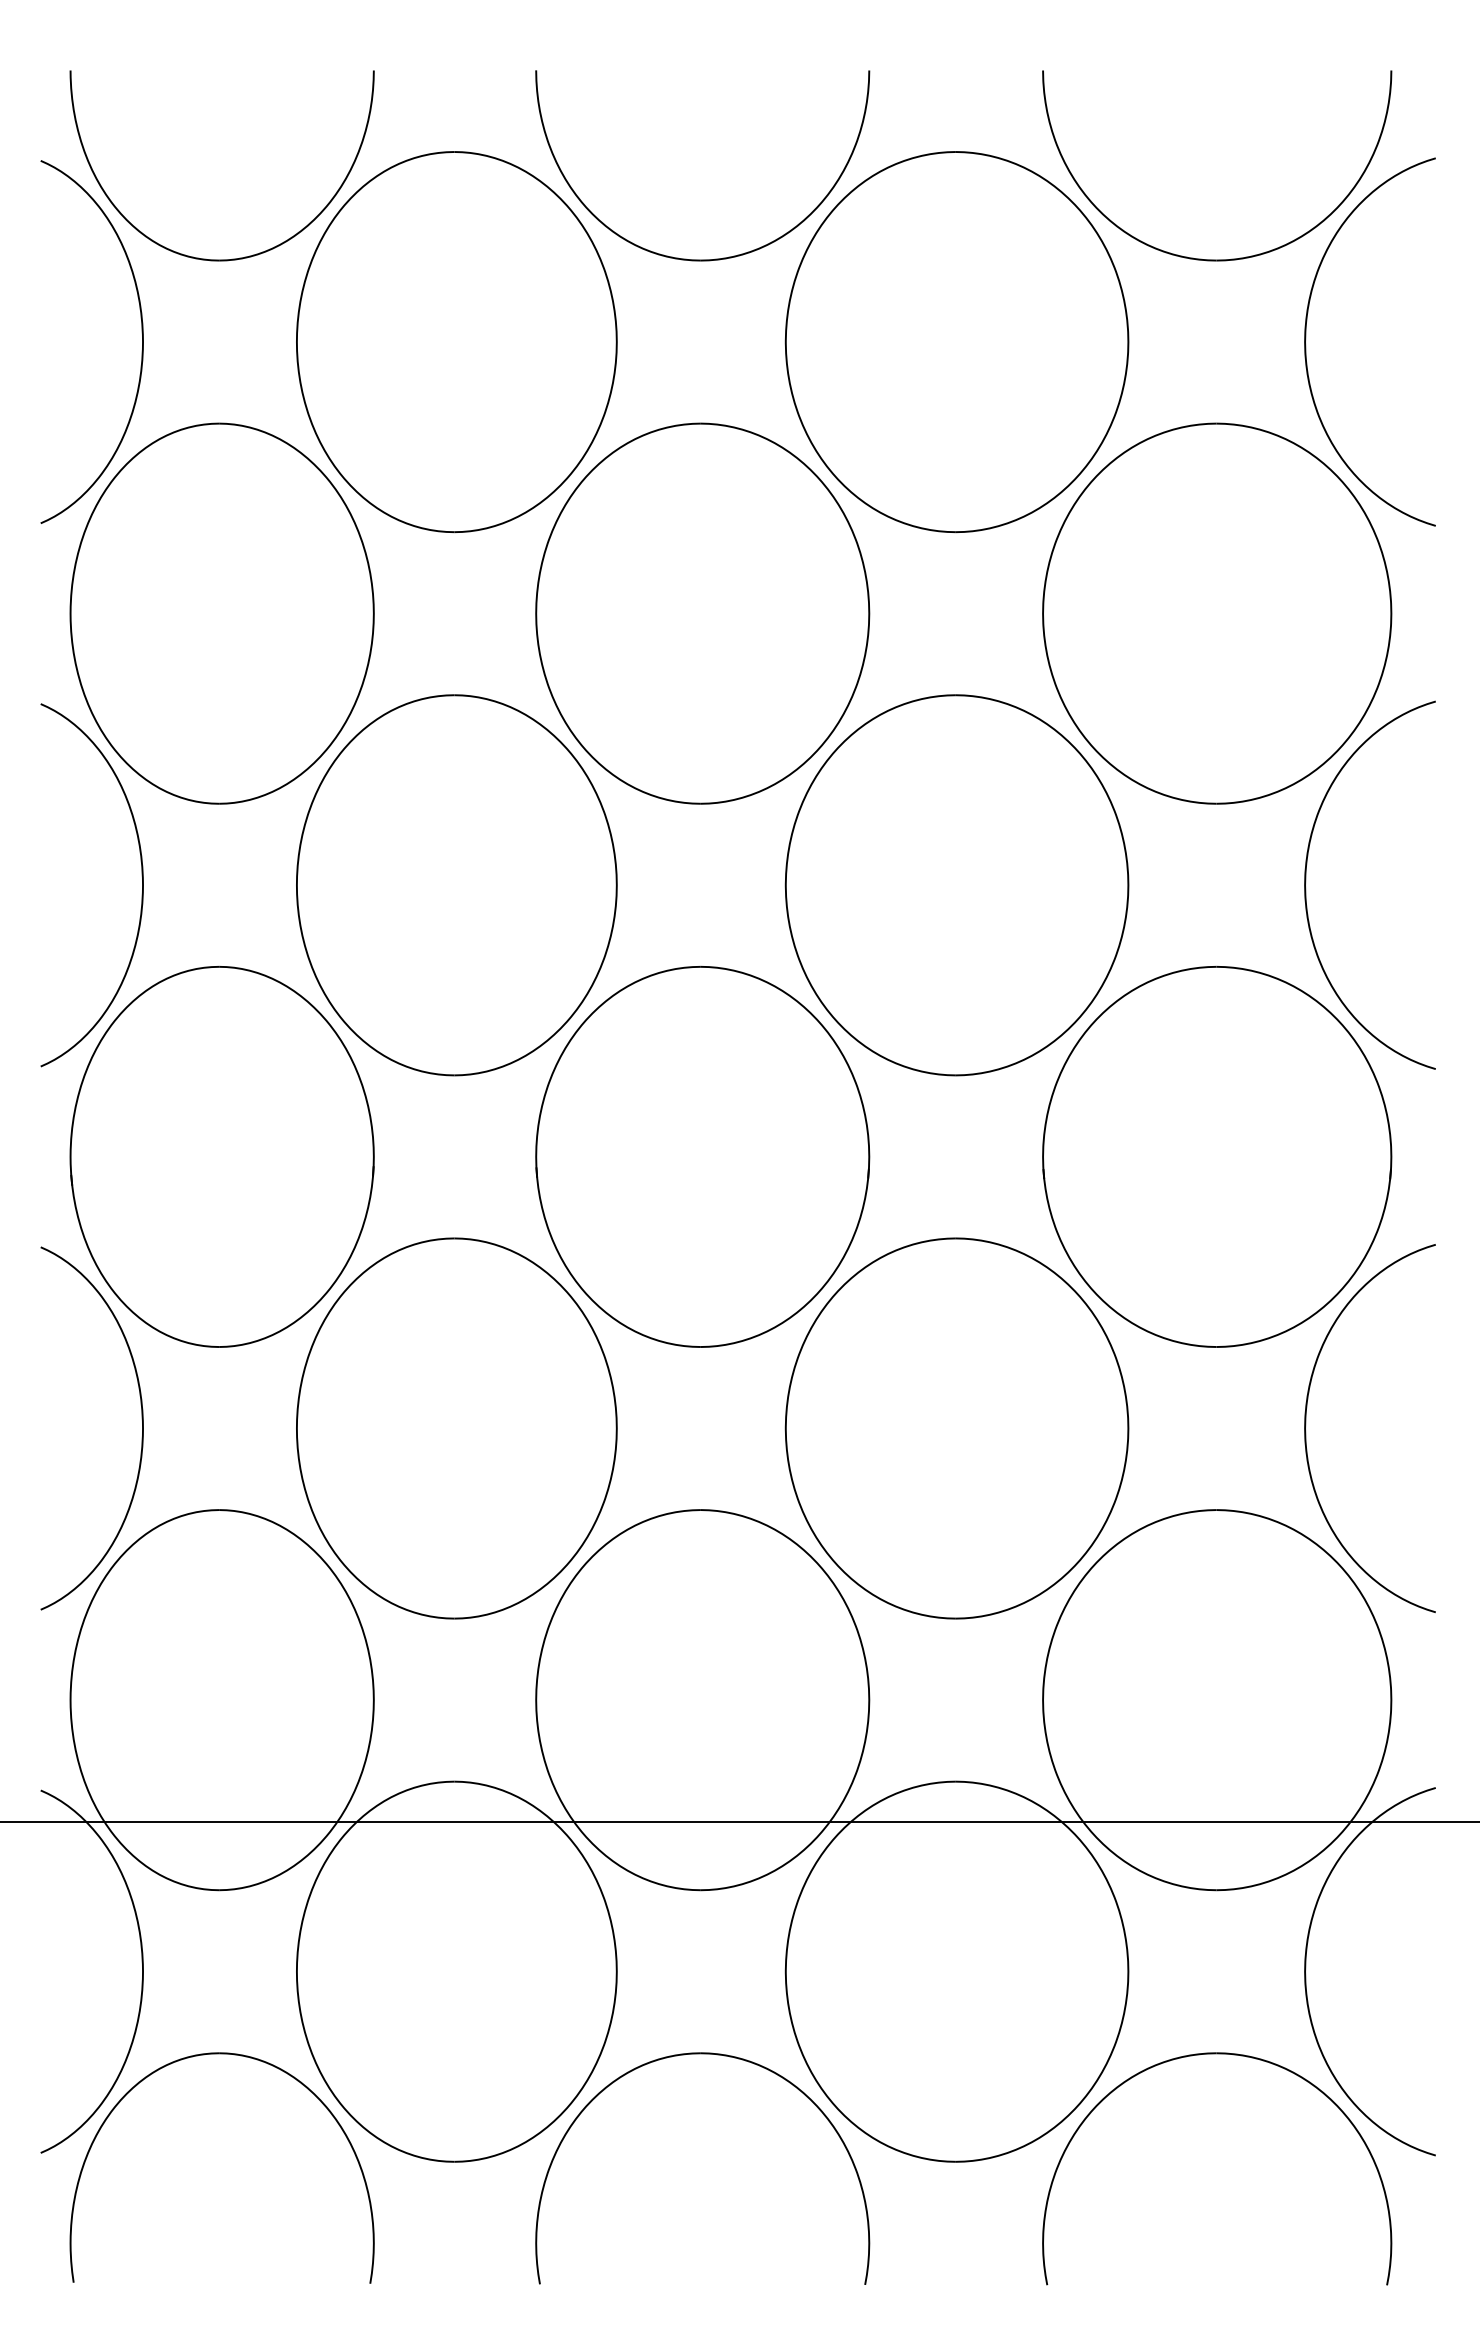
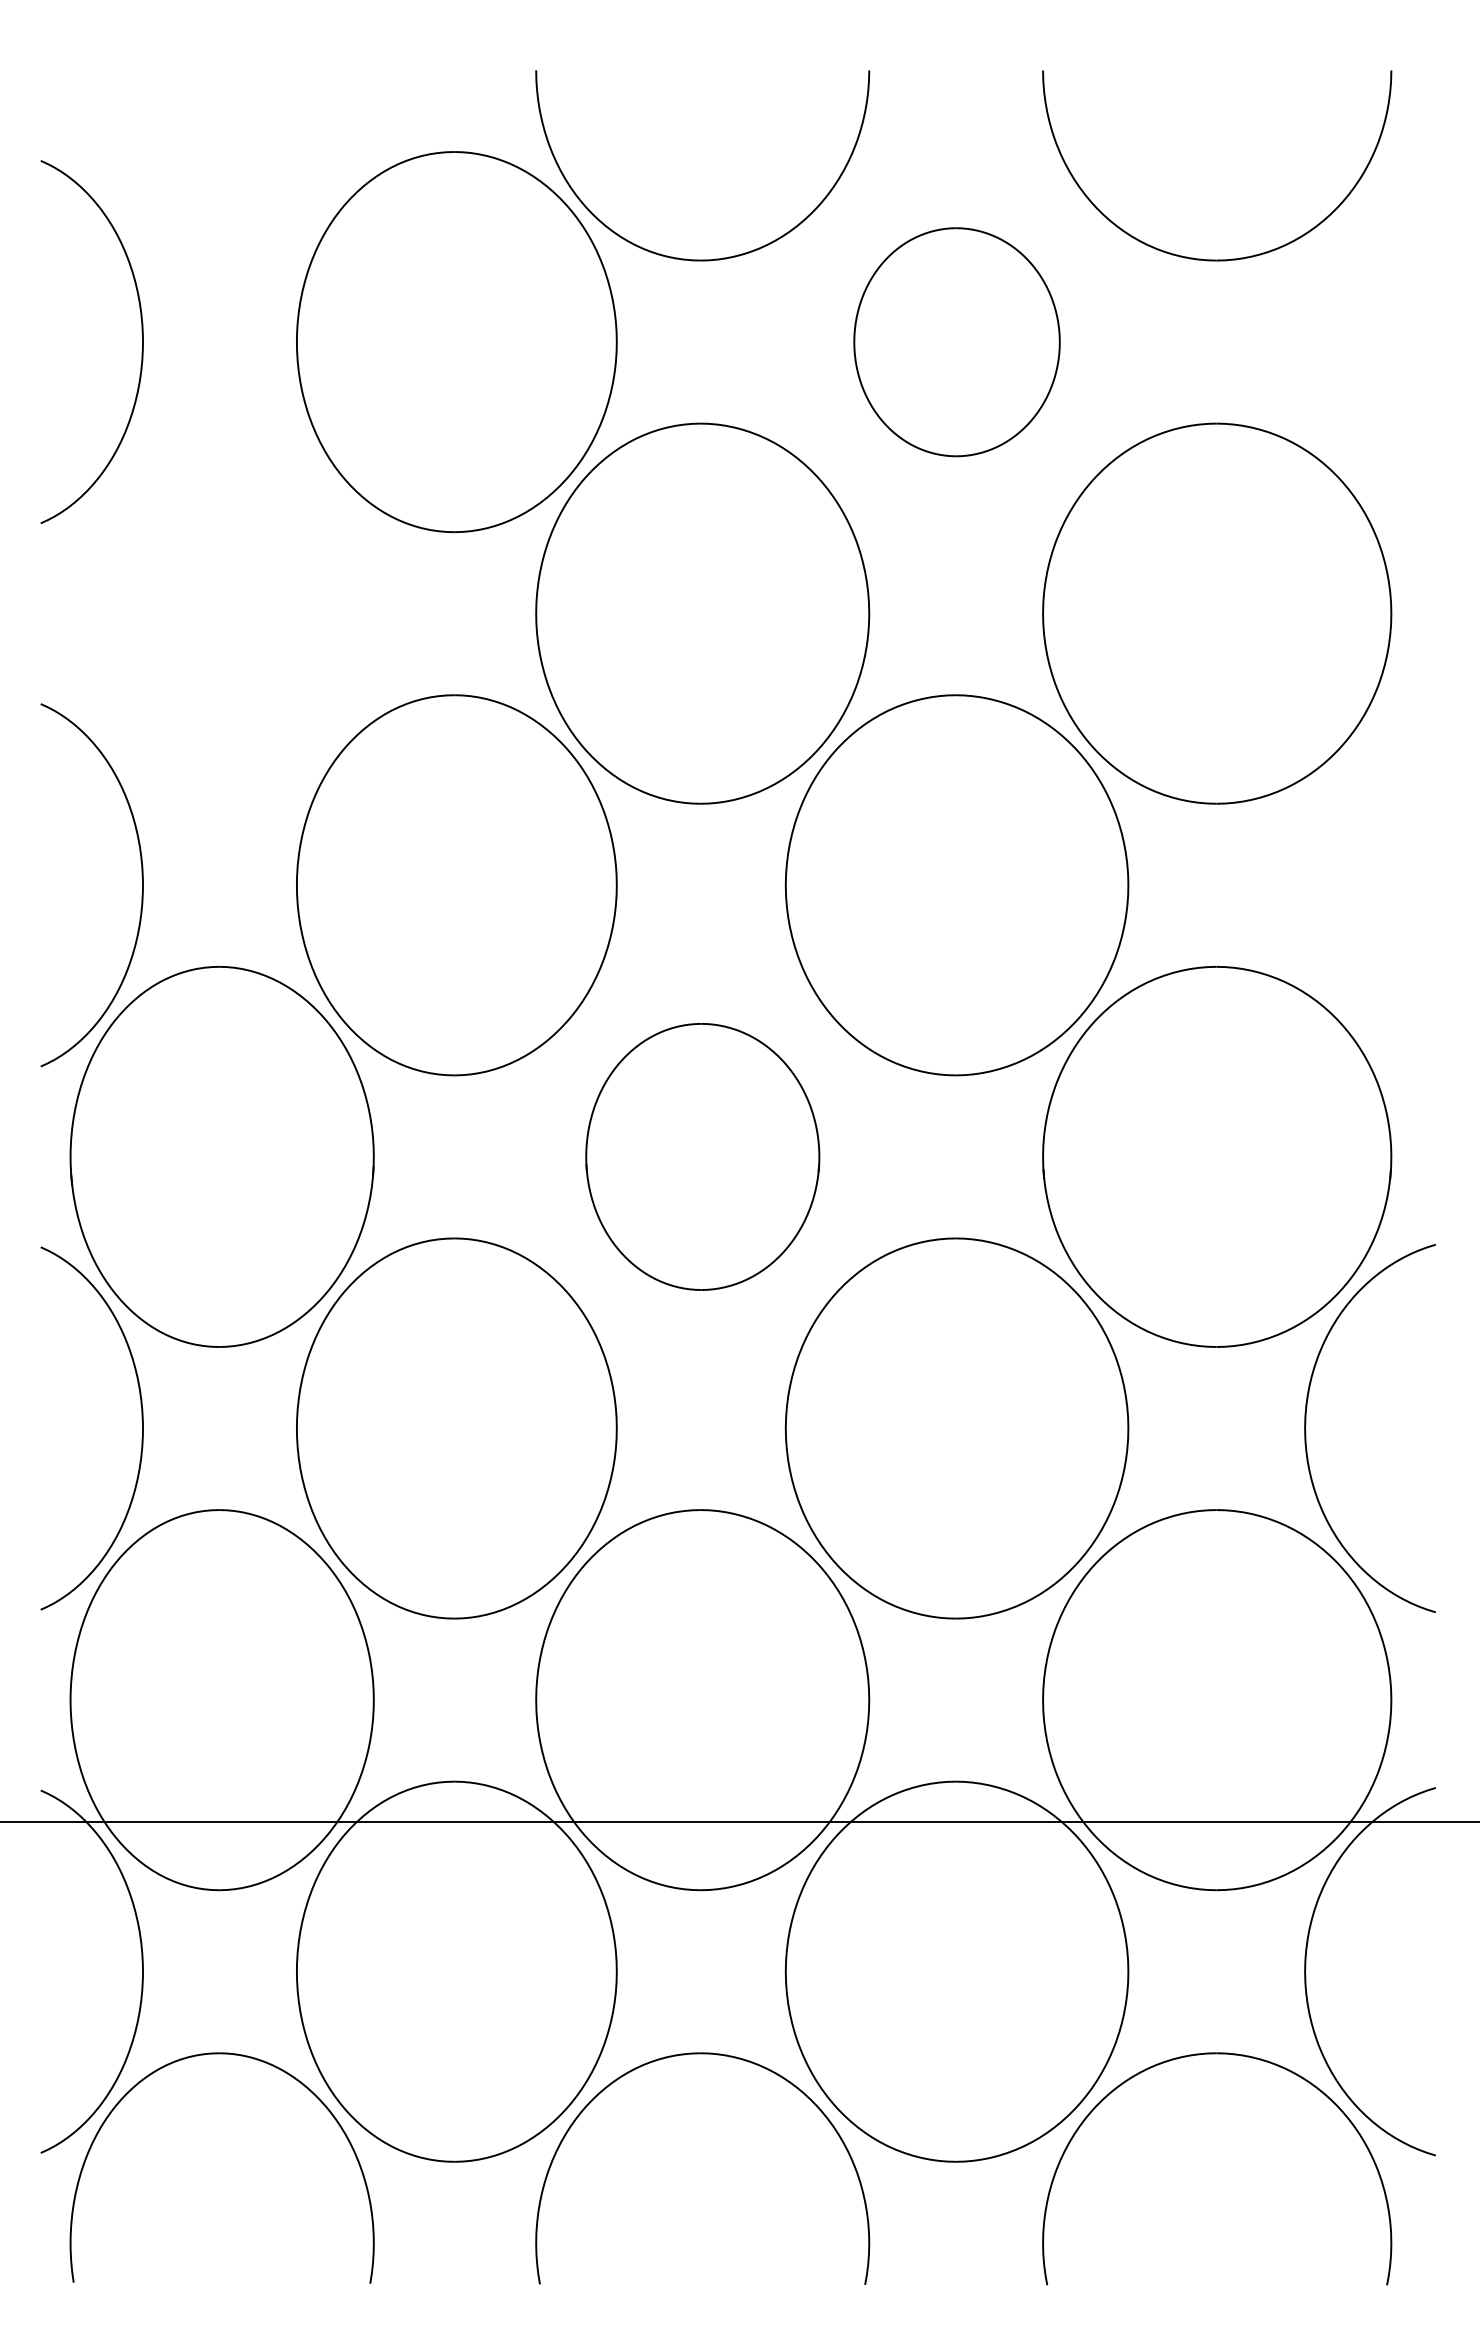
part at (232, 258): present -> none
curve at (1306, 339): present -> none
part at (956, 342) size: 346x383 px -> 208x231 px
part at (221, 613): present -> none
curve at (1306, 882): present -> none
part at (702, 1156) size: 336x382 px -> 236x268 px
